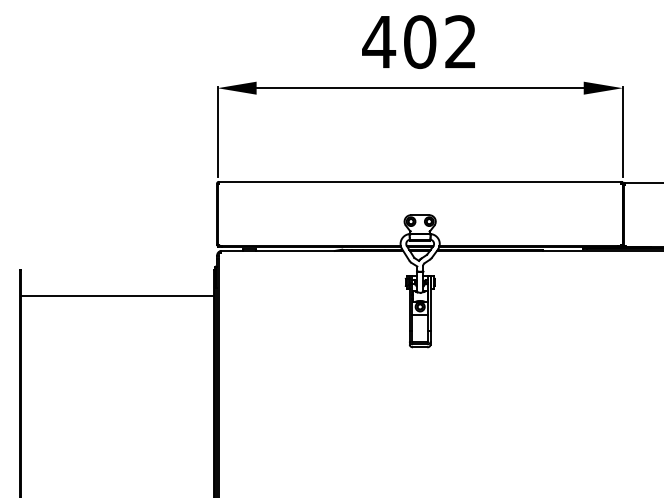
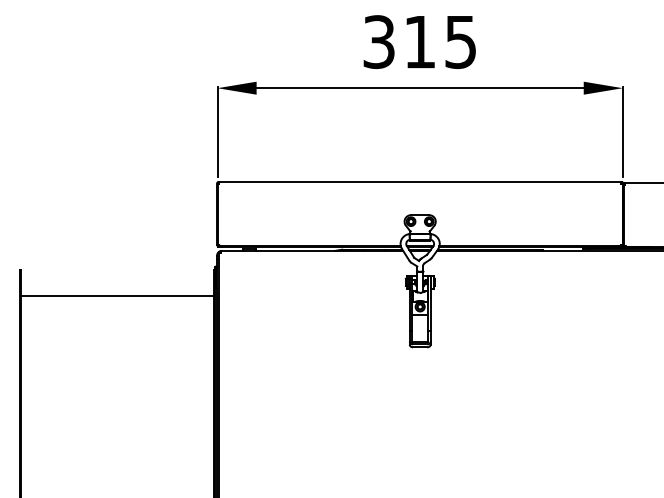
text at (418, 42): 402 -> 315
